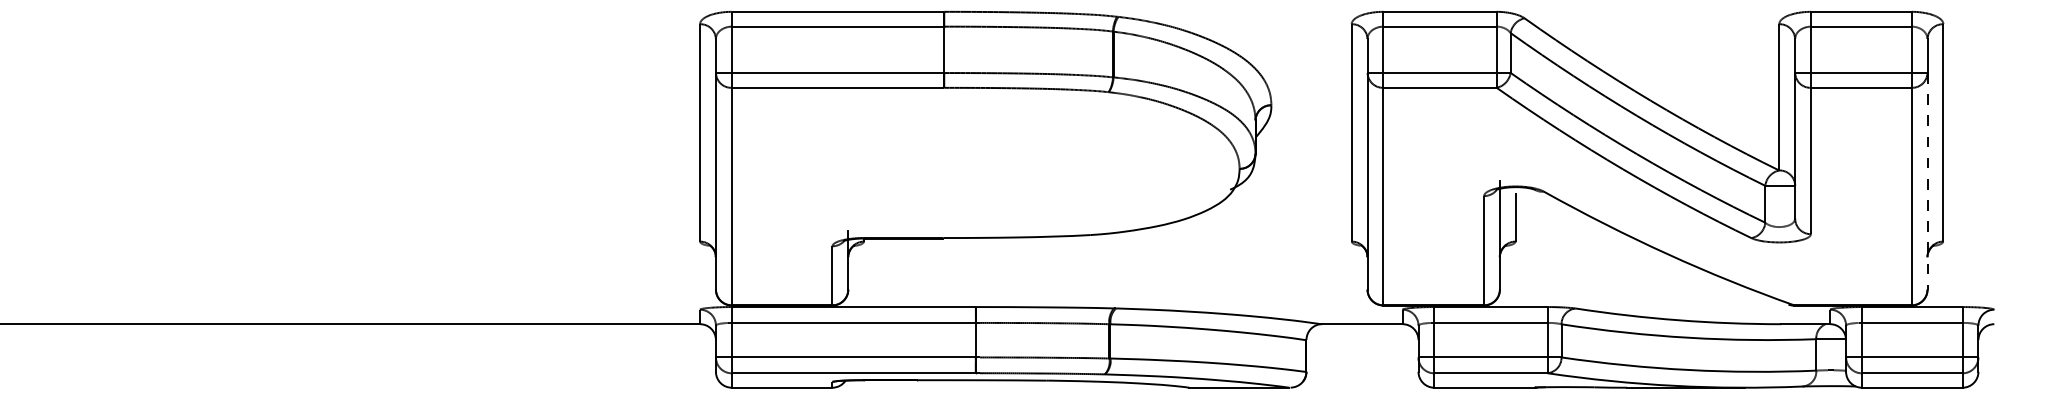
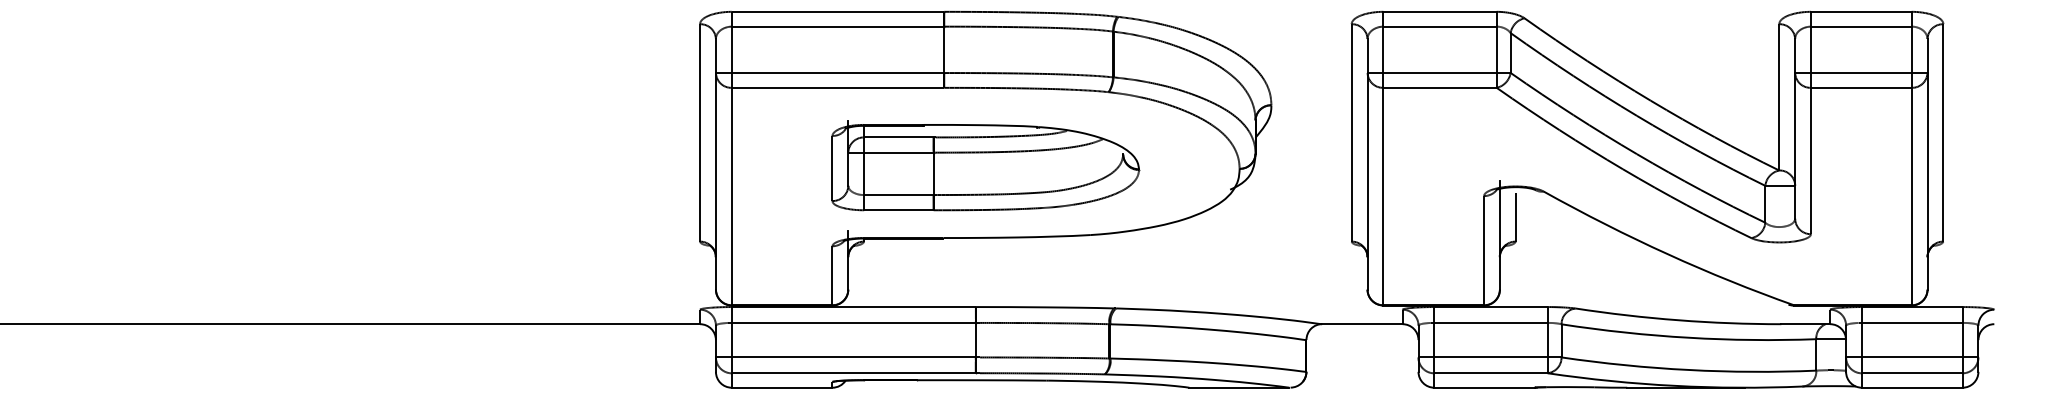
part at (985, 165): none -> present
line at (1927, 181): dashed -> solid
